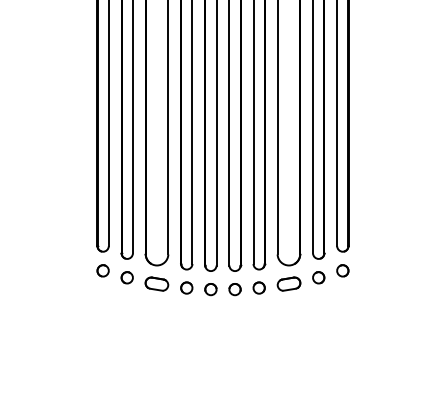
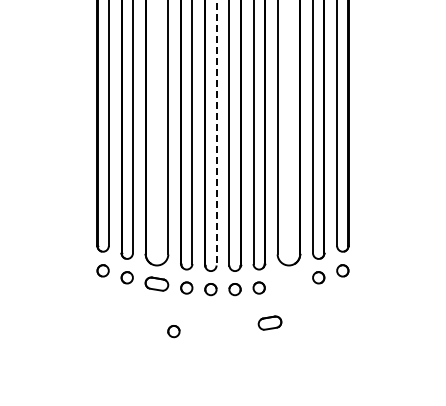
line at (216, 133): solid -> dashed
part at (288, 283) position: (288, 283) -> (269, 322)
part at (173, 331): none -> present
